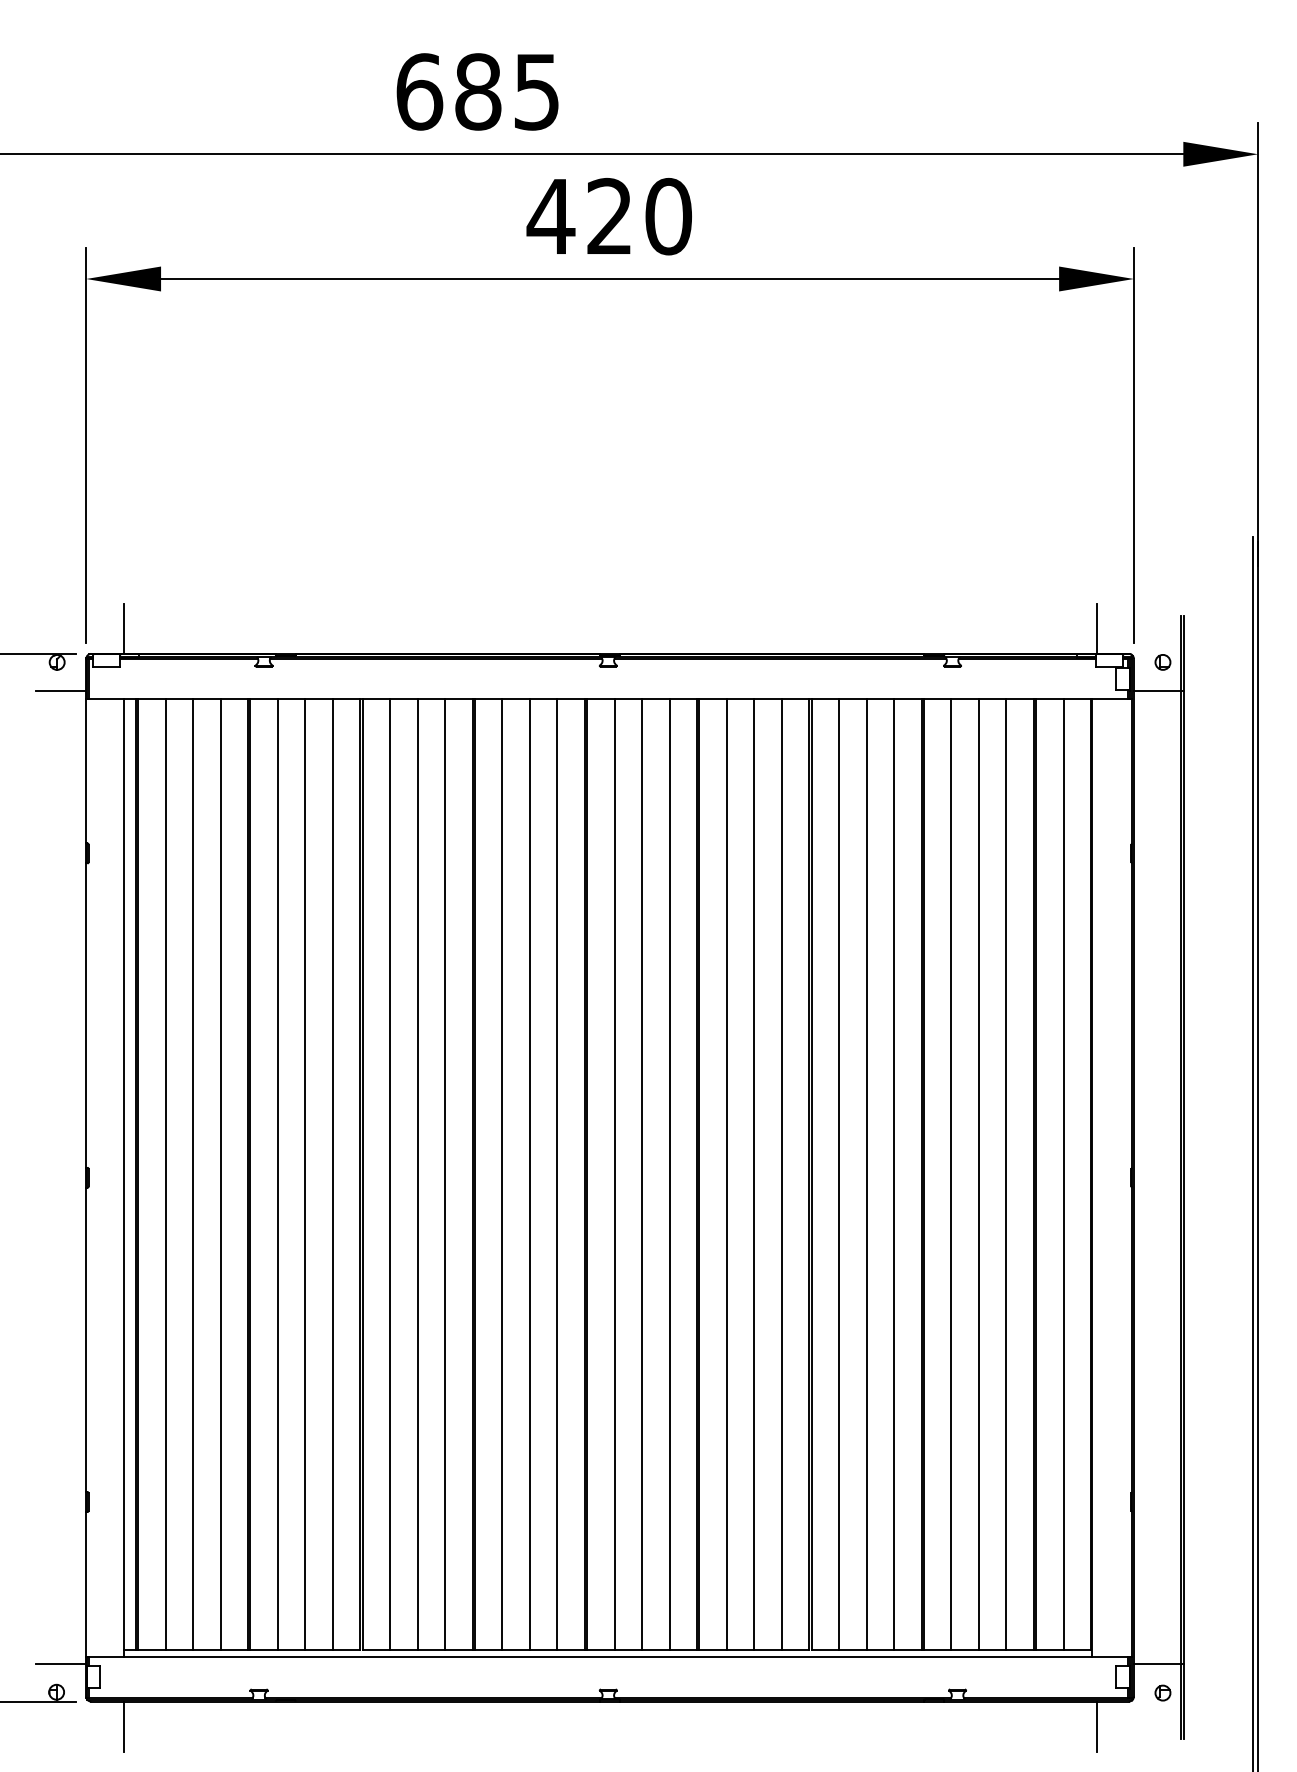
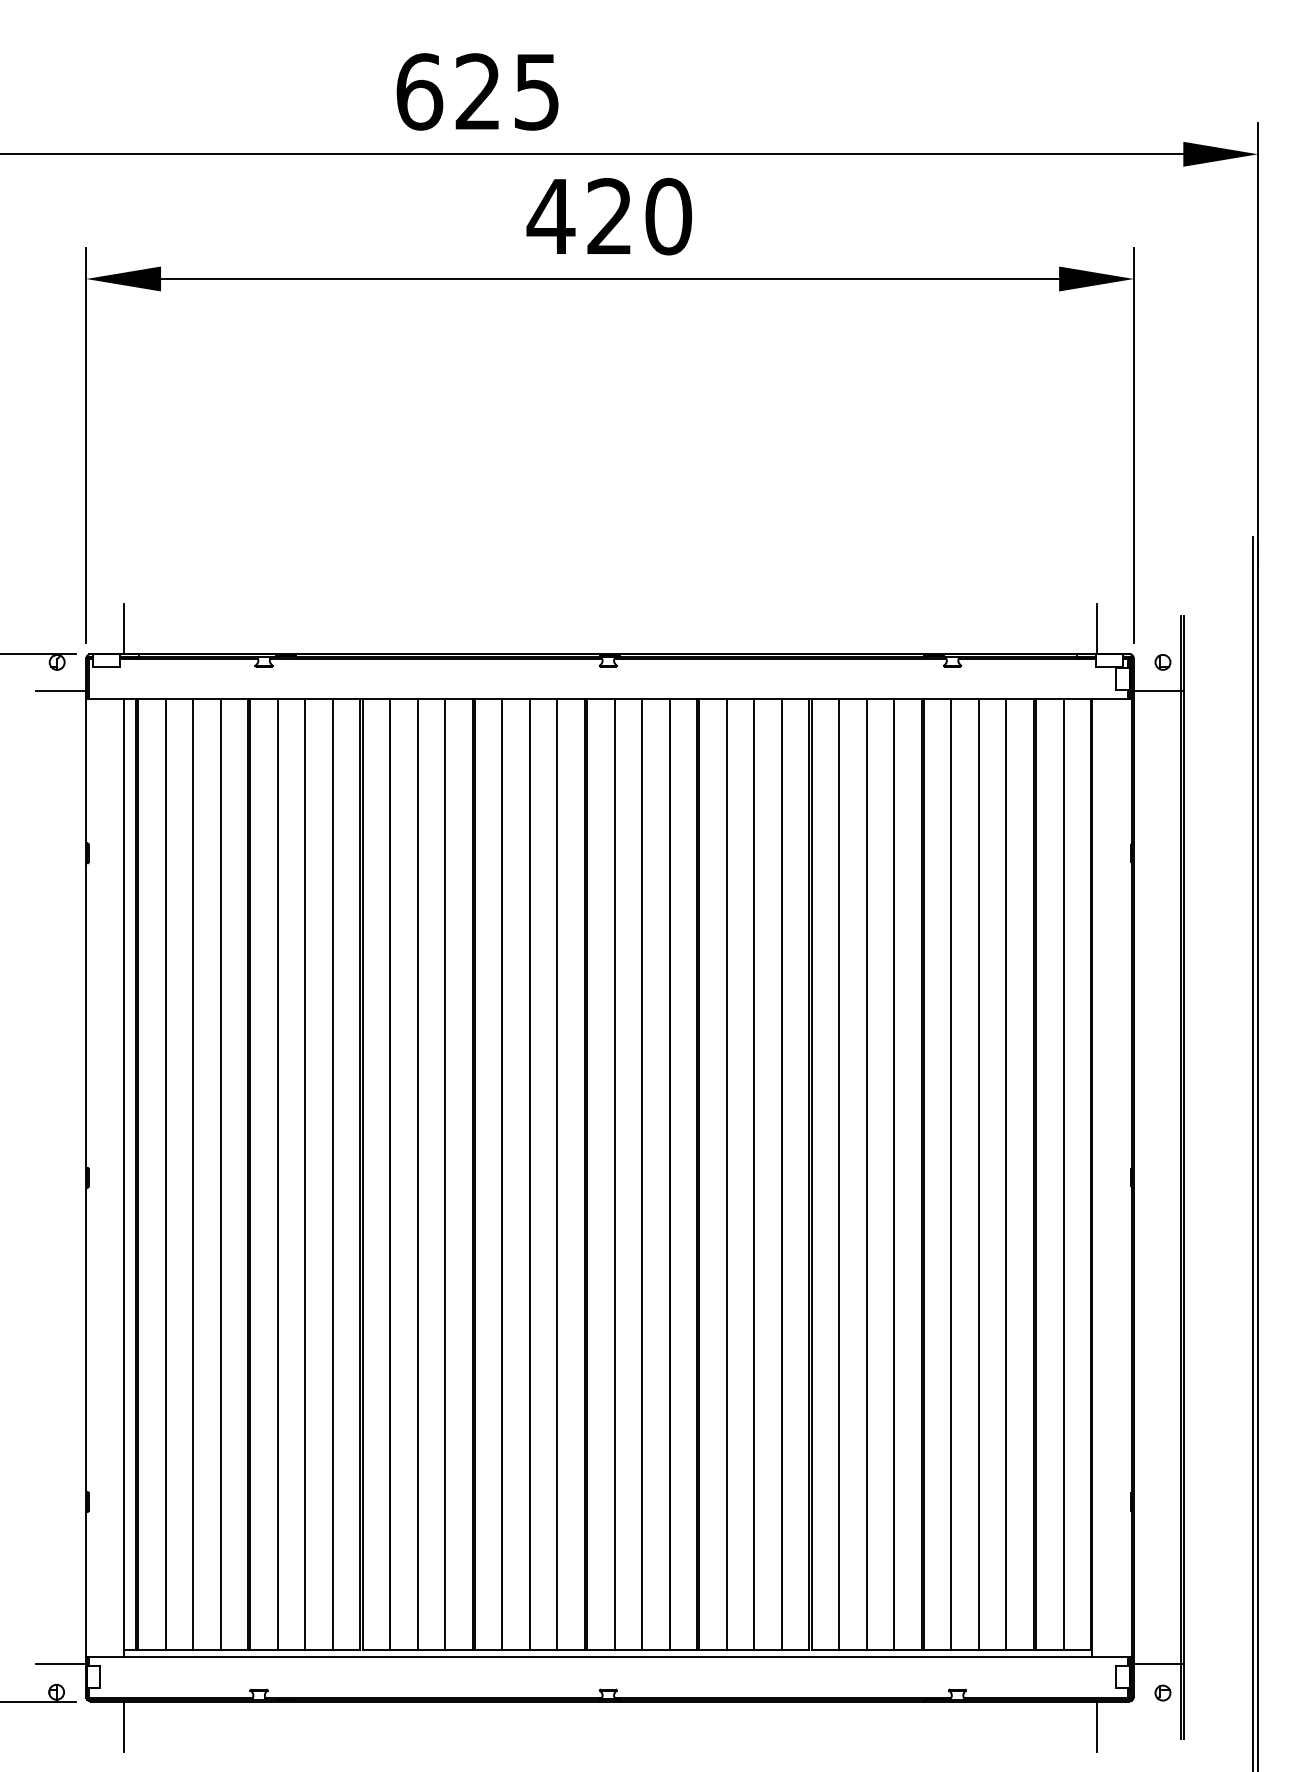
text at (478, 91): 685 -> 625
